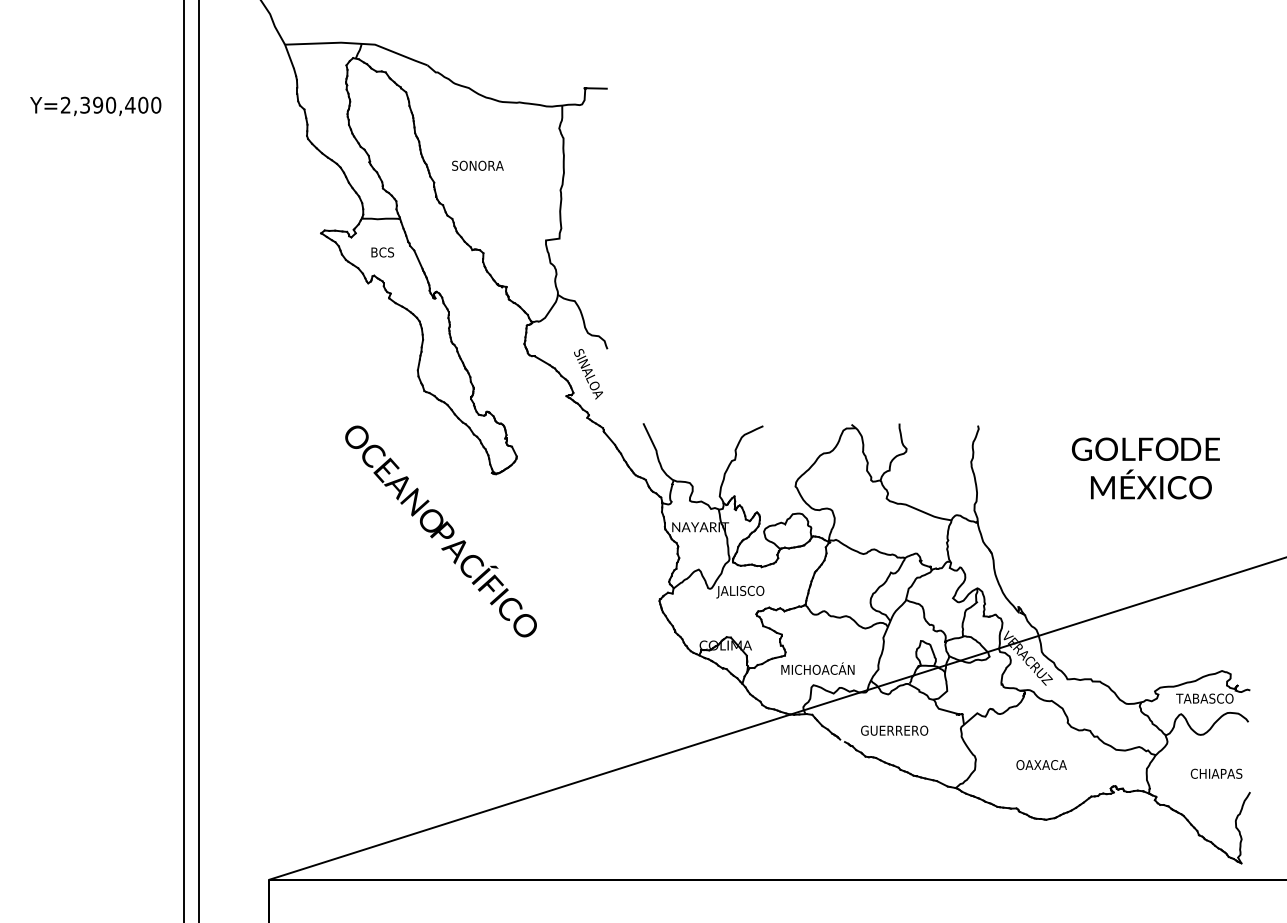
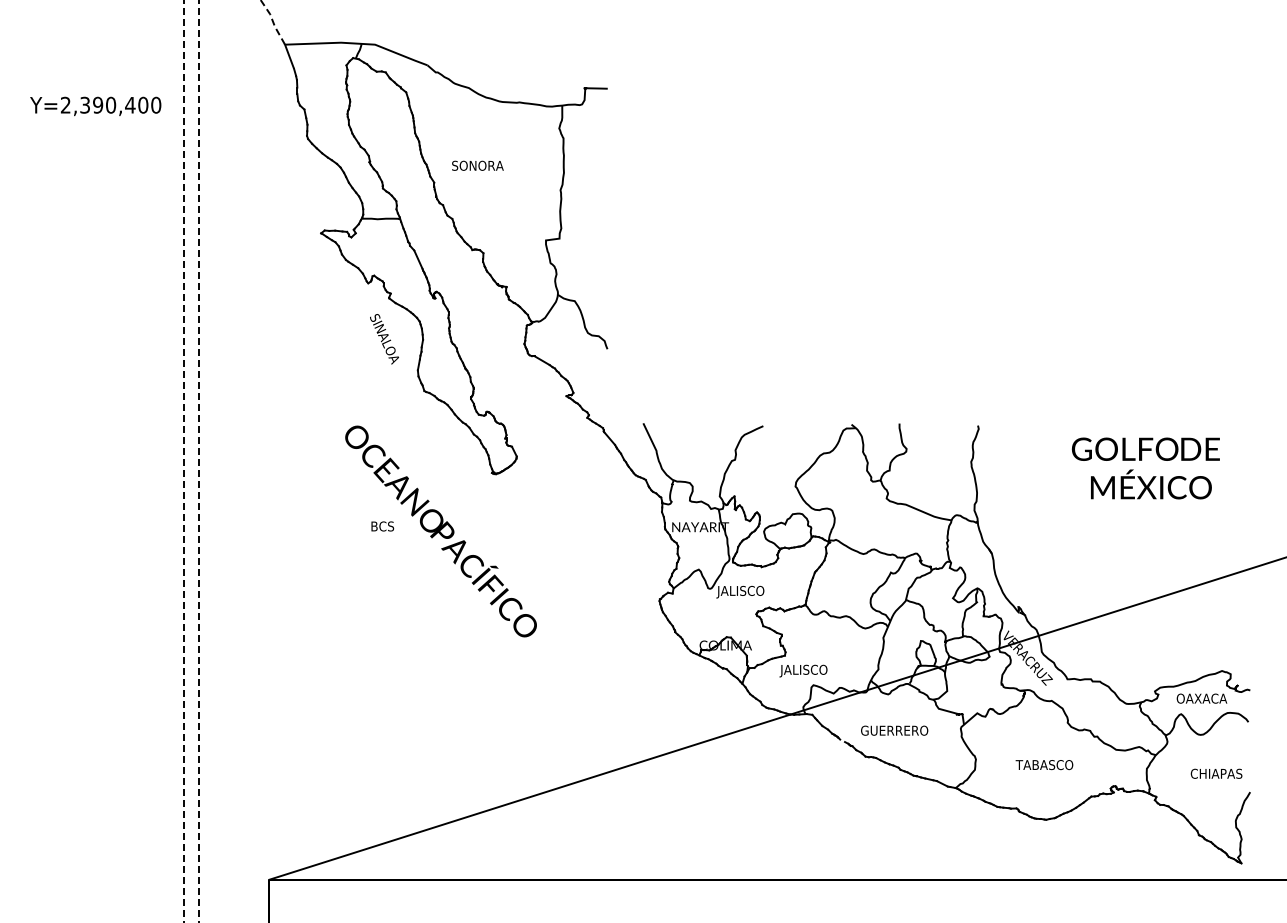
line at (273, 22): solid -> dashed
text at (382, 252) position: (382, 252) -> (382, 526)
text at (588, 374) position: (588, 374) -> (384, 339)
line at (183, 461): solid -> dashed
line at (199, 461): solid -> dashed
text at (816, 669): MICHOACÁN -> JALISCO
text at (1204, 698): TABASCO -> OAXACA
text at (1044, 765): OAXACA -> TABASCO
